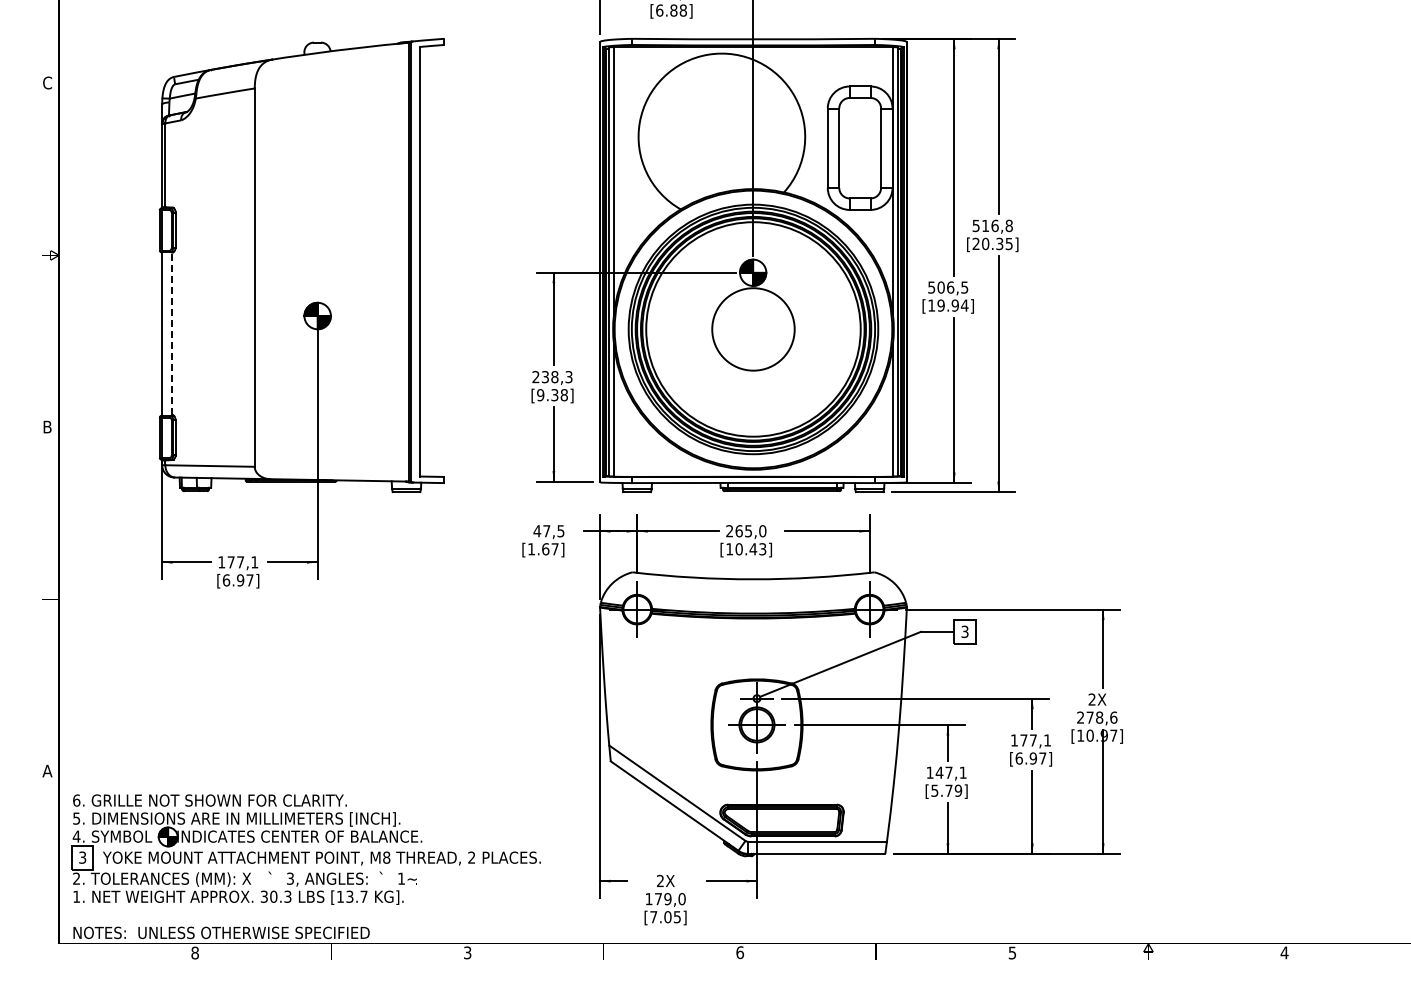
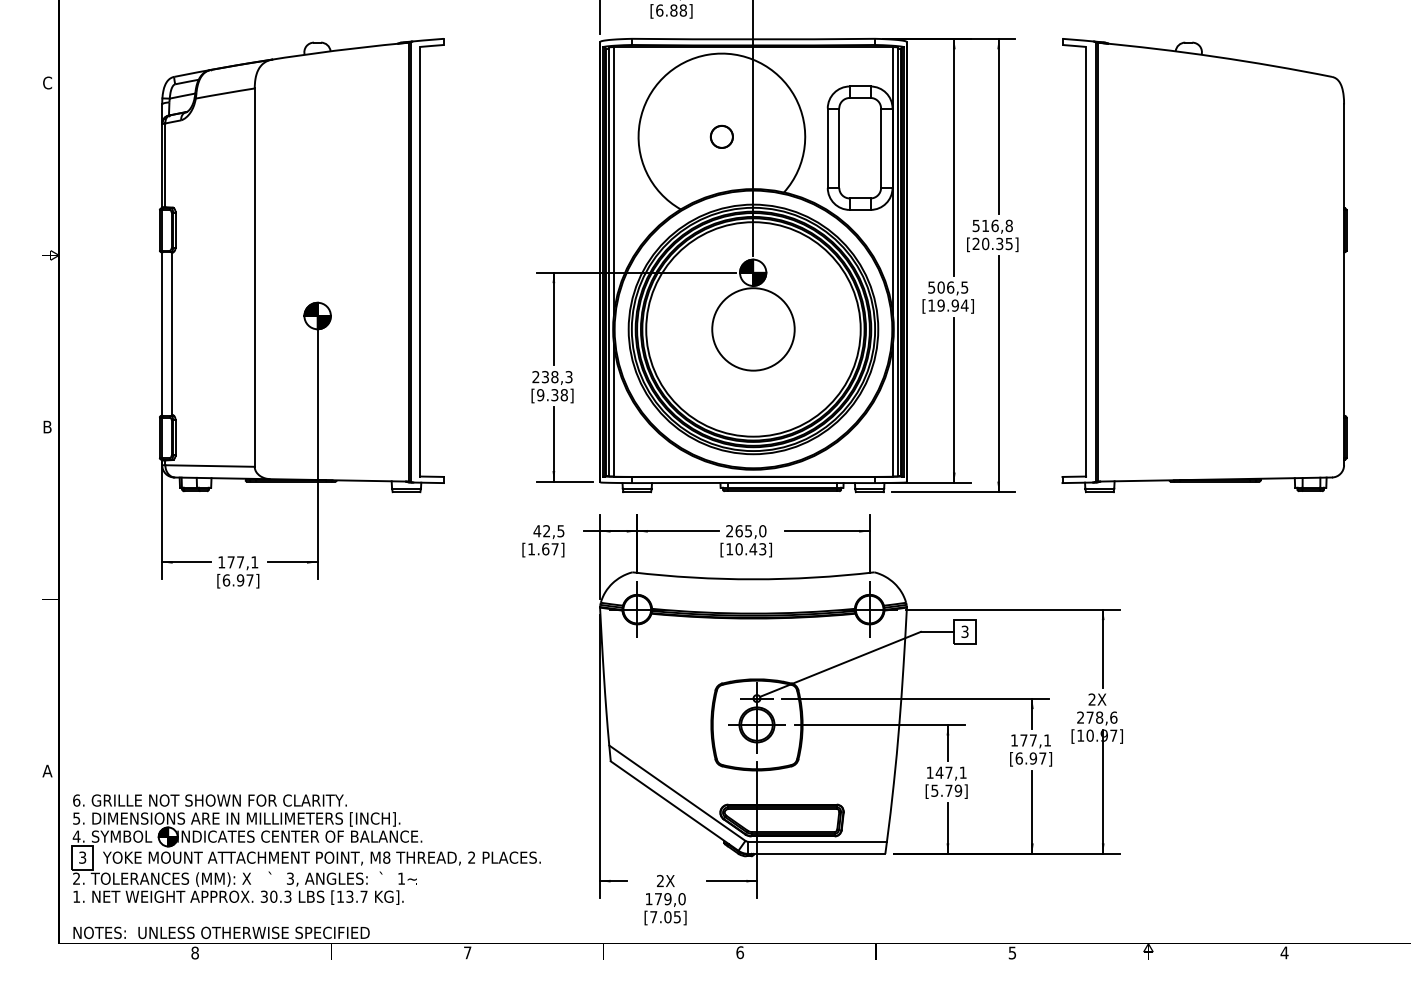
circle at (721, 136): none -> present
part at (1204, 265): none -> present
line at (172, 333): dashed -> solid
text at (546, 531): 47,5 -> 42,5
text at (467, 952): 3 -> 7
